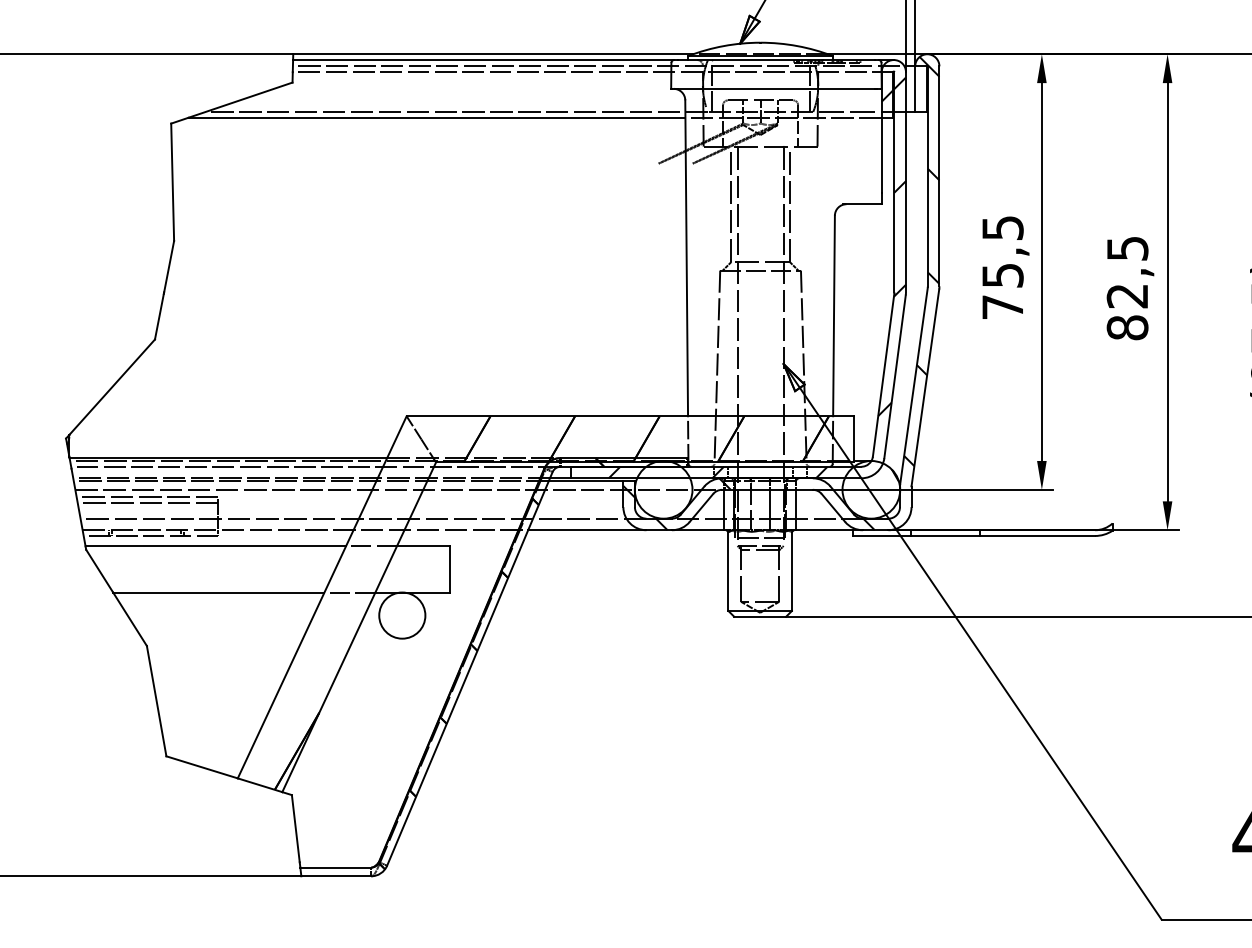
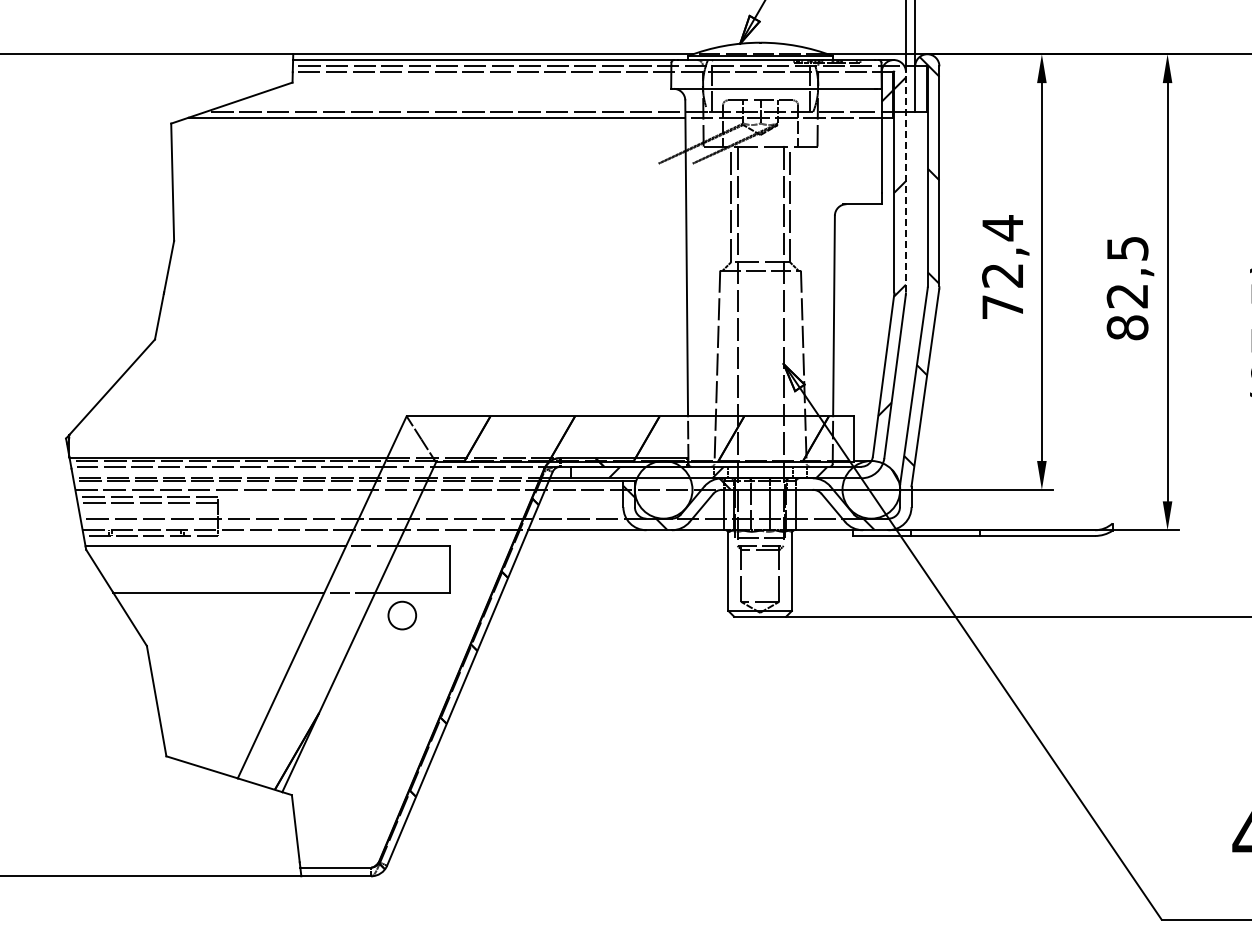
line at (905, 181): solid -> dashed
text at (1002, 251): 75,5 -> 72,4
circle at (402, 615) diameter: 46 px -> 28 px
